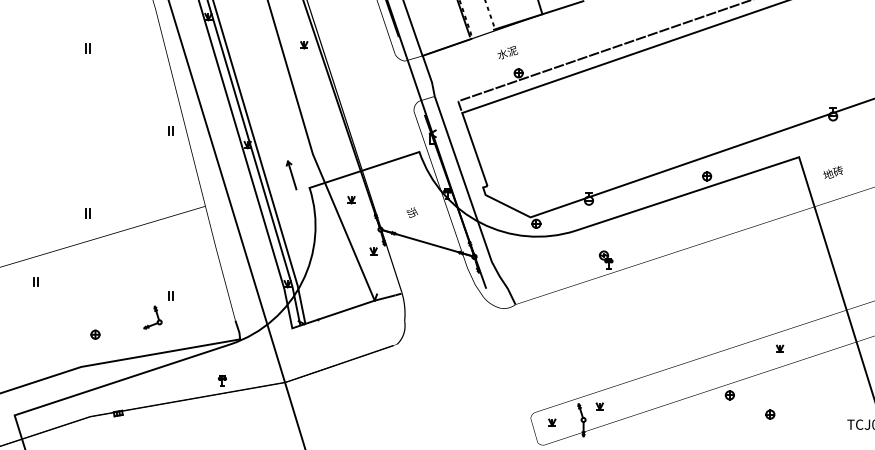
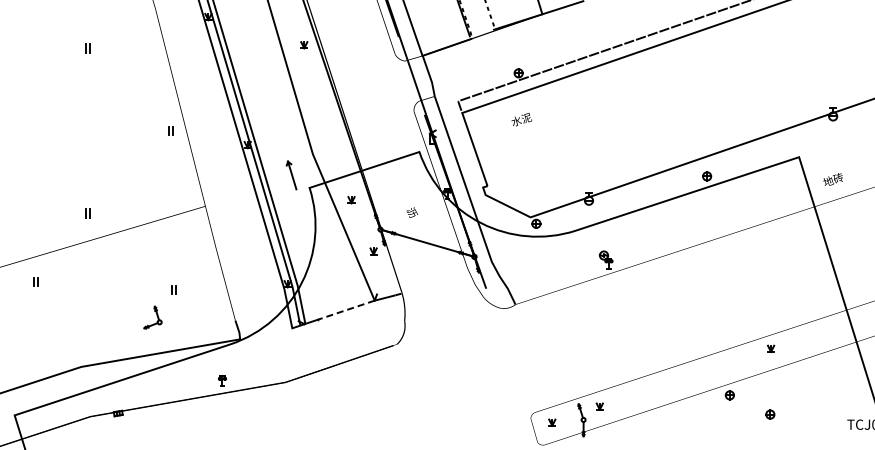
text at (507, 52) position: (507, 52) -> (521, 119)
text at (832, 172) position: (832, 172) -> (832, 179)
line at (236, 224): present -> none
part at (170, 295) position: (170, 295) -> (173, 289)
line at (346, 310): solid -> dashed
part at (95, 334): present -> none
part at (779, 348) position: (779, 348) -> (770, 348)
